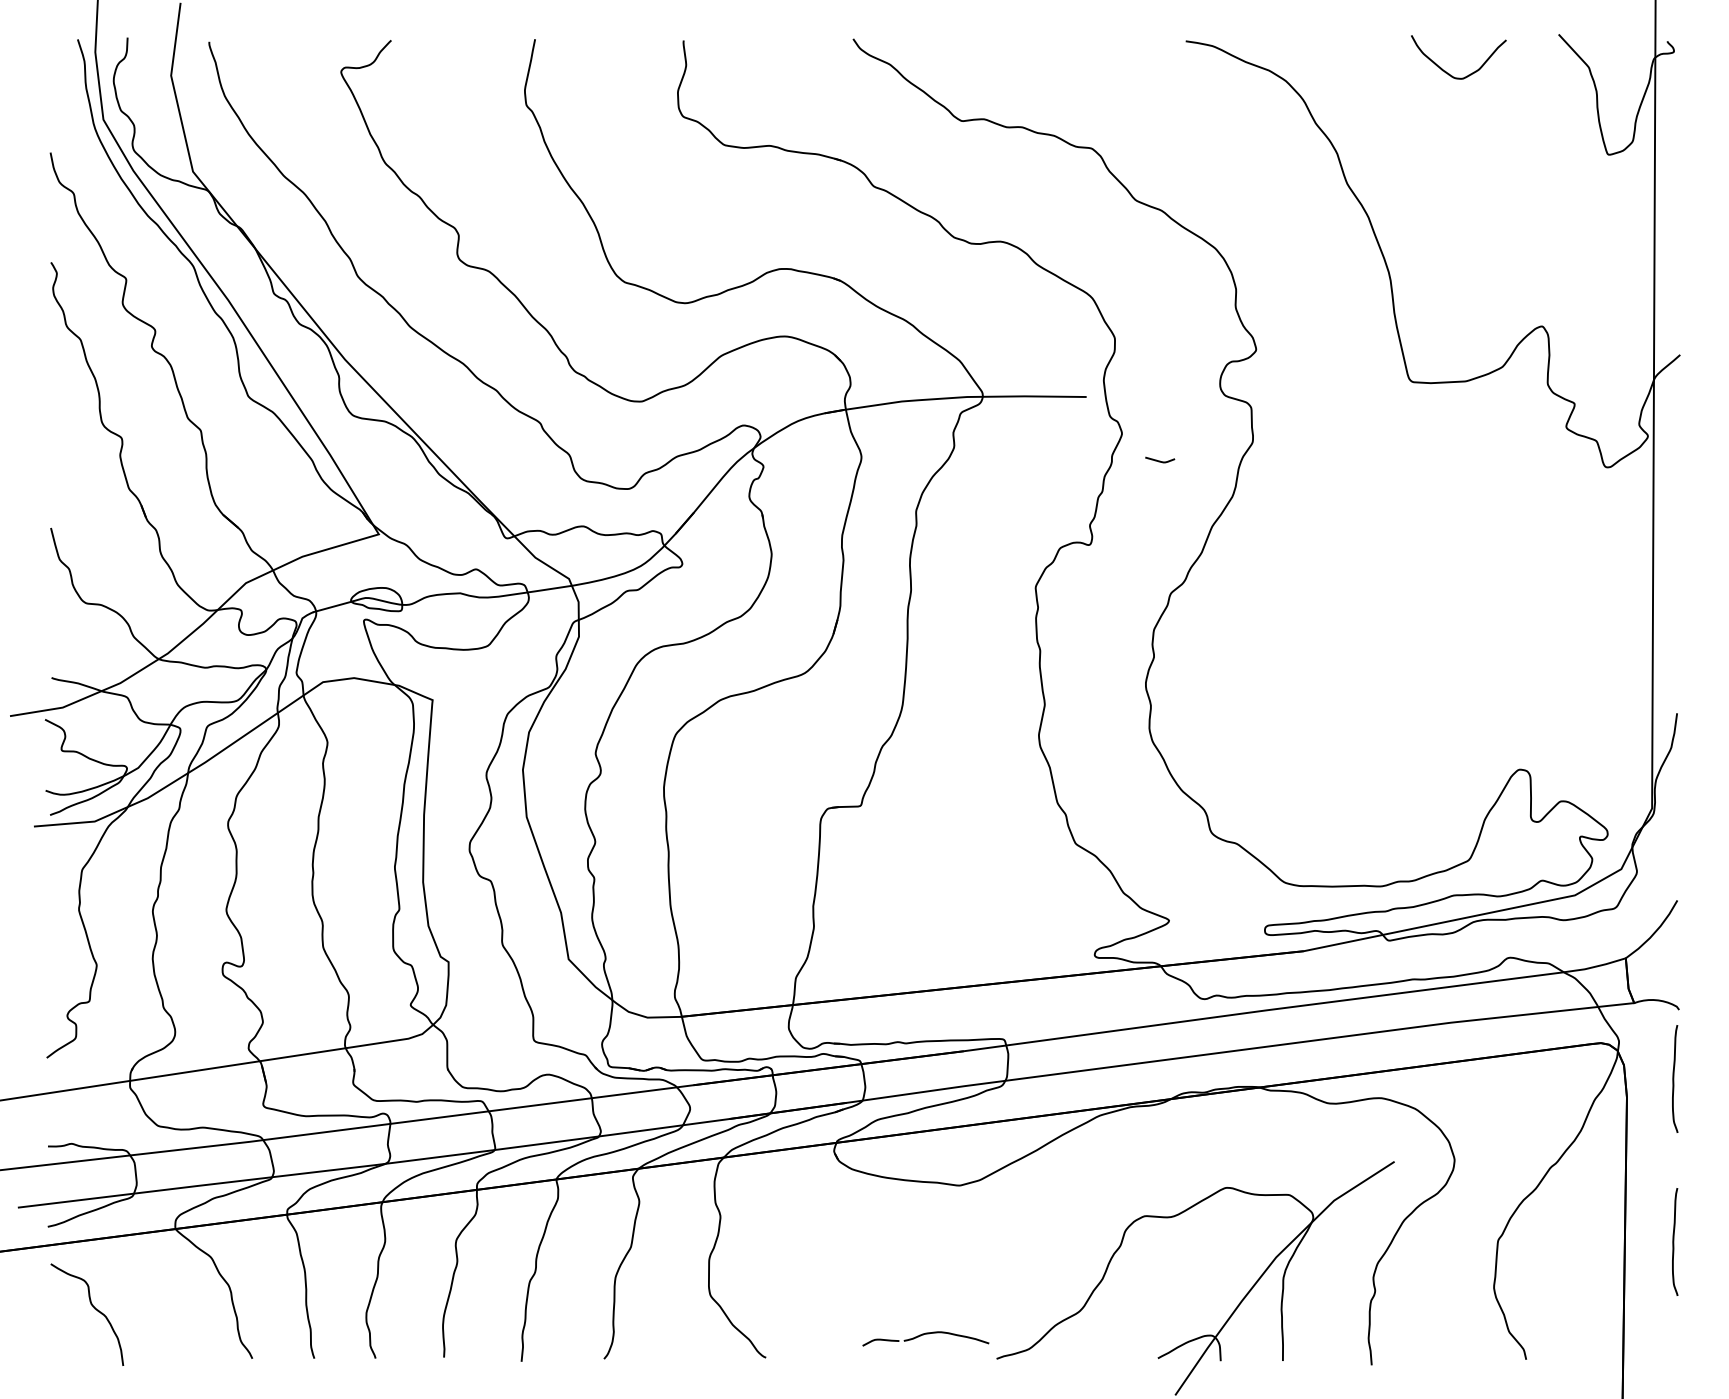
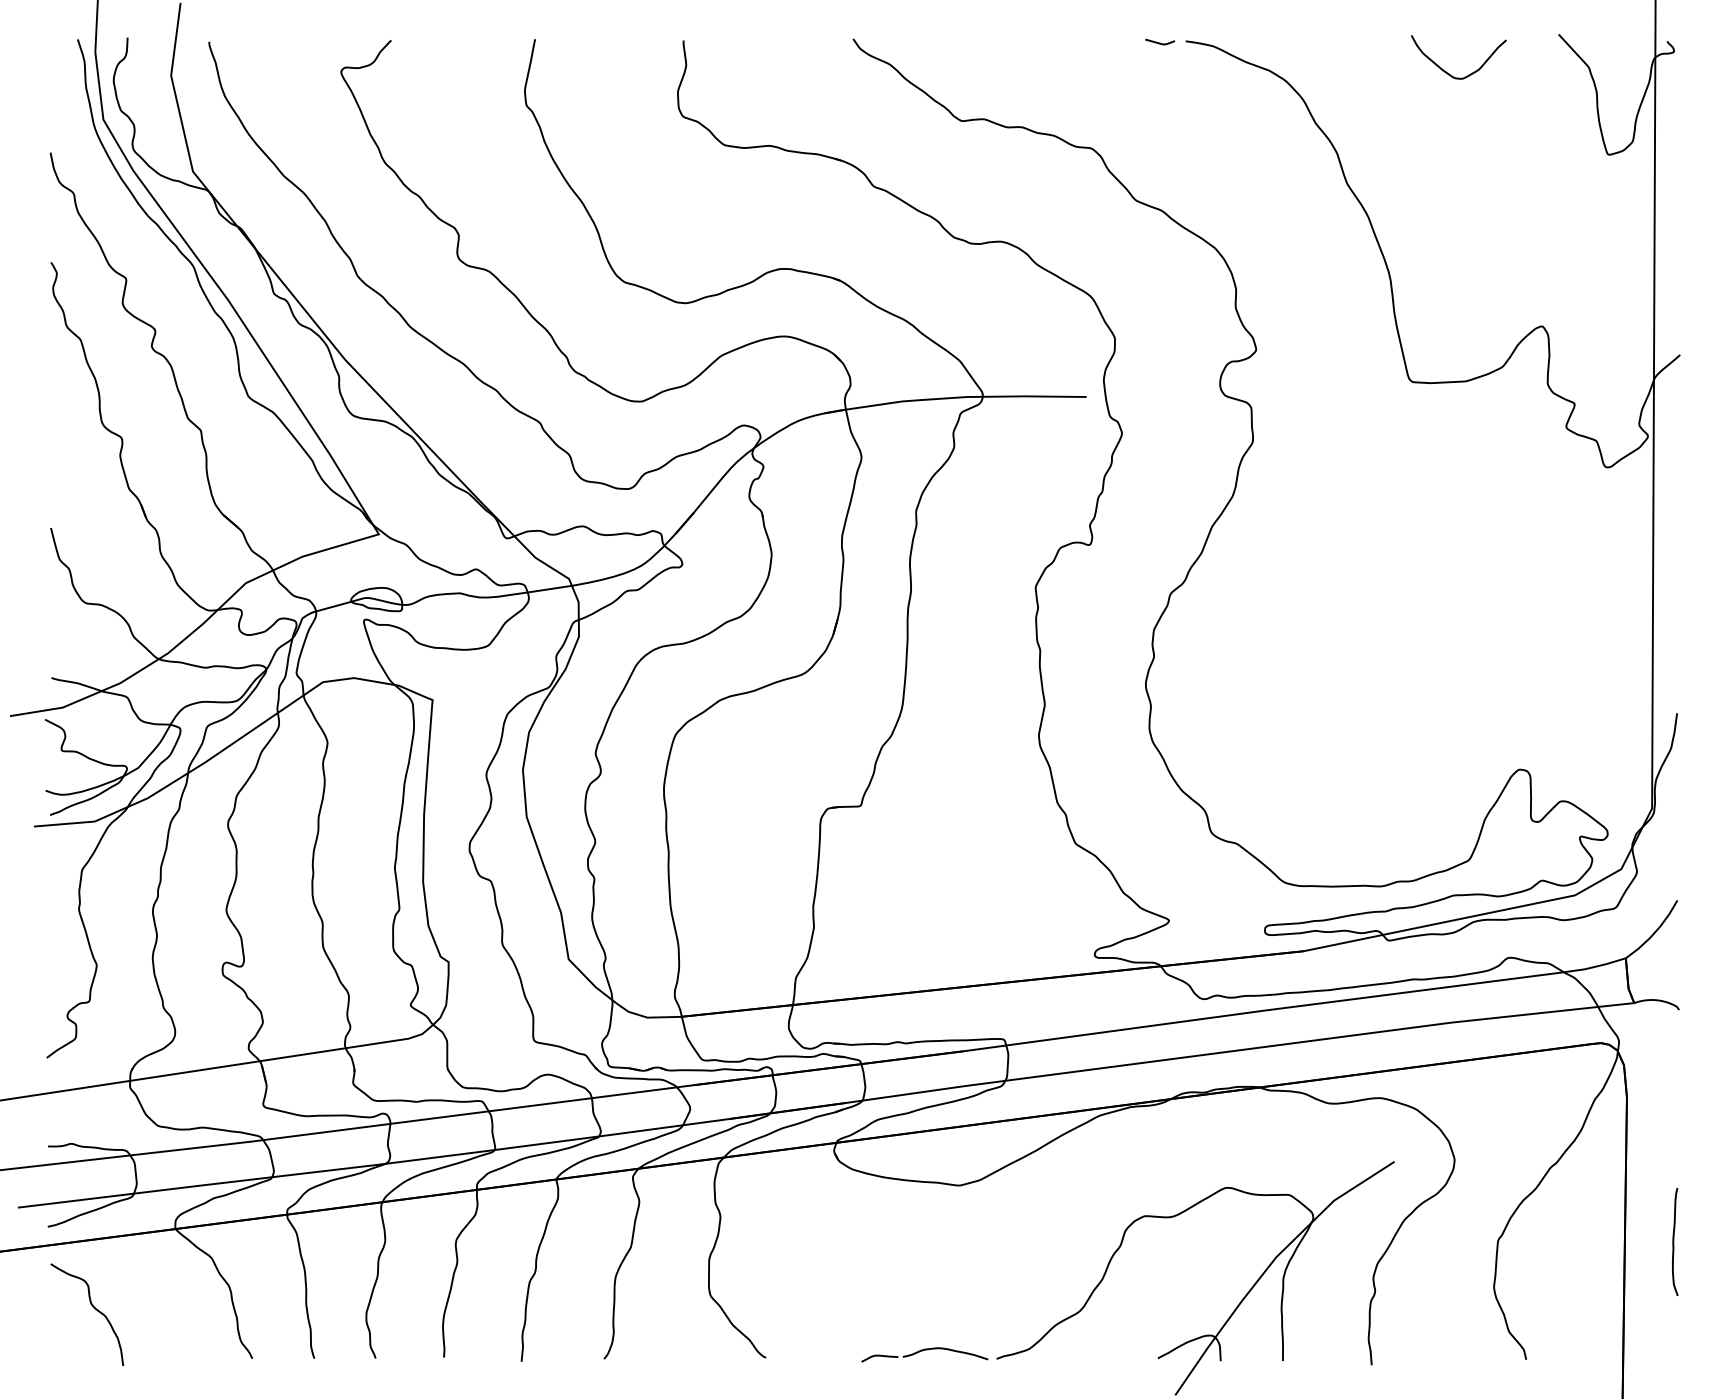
curve at (1160, 460) position: (1160, 460) -> (1160, 42)
curve at (1674, 1078): present -> none
part at (925, 1338) position: (925, 1338) -> (924, 1354)
